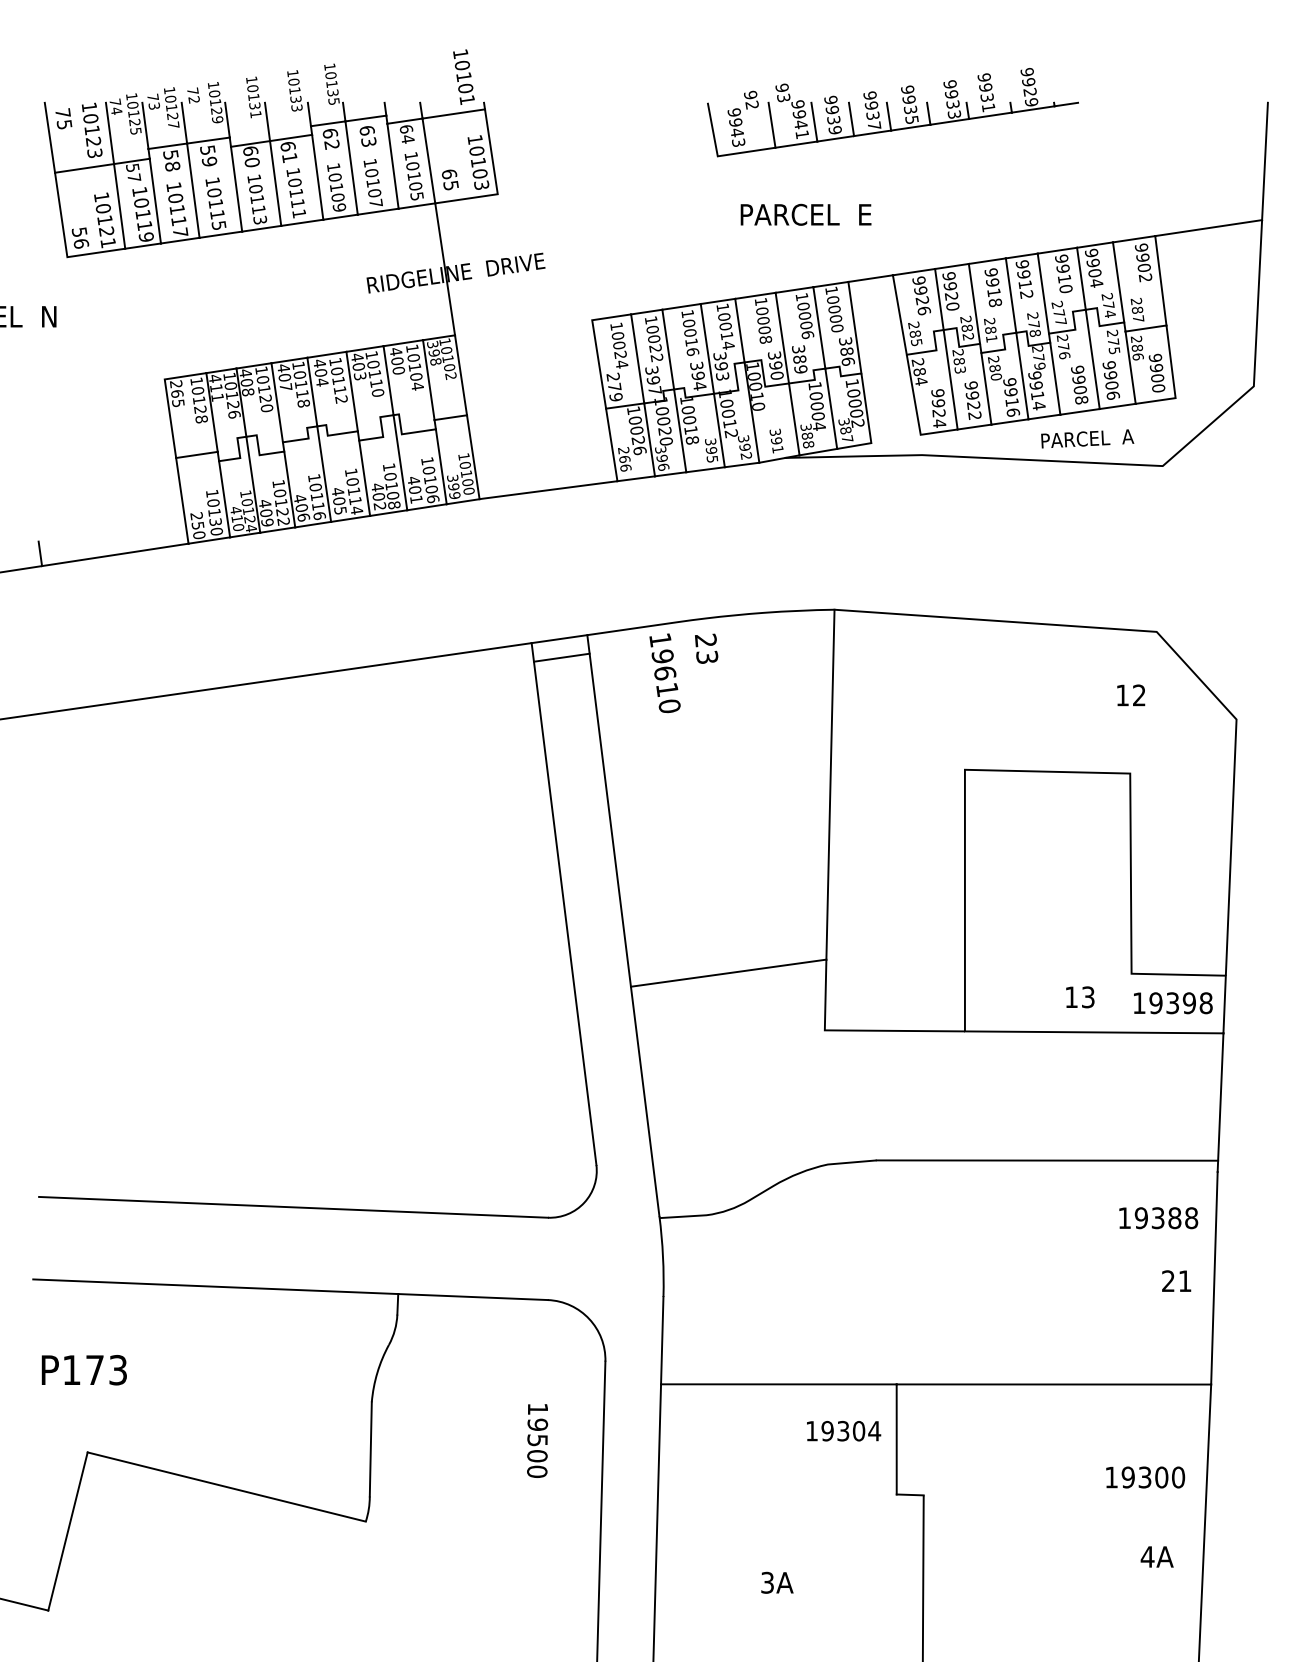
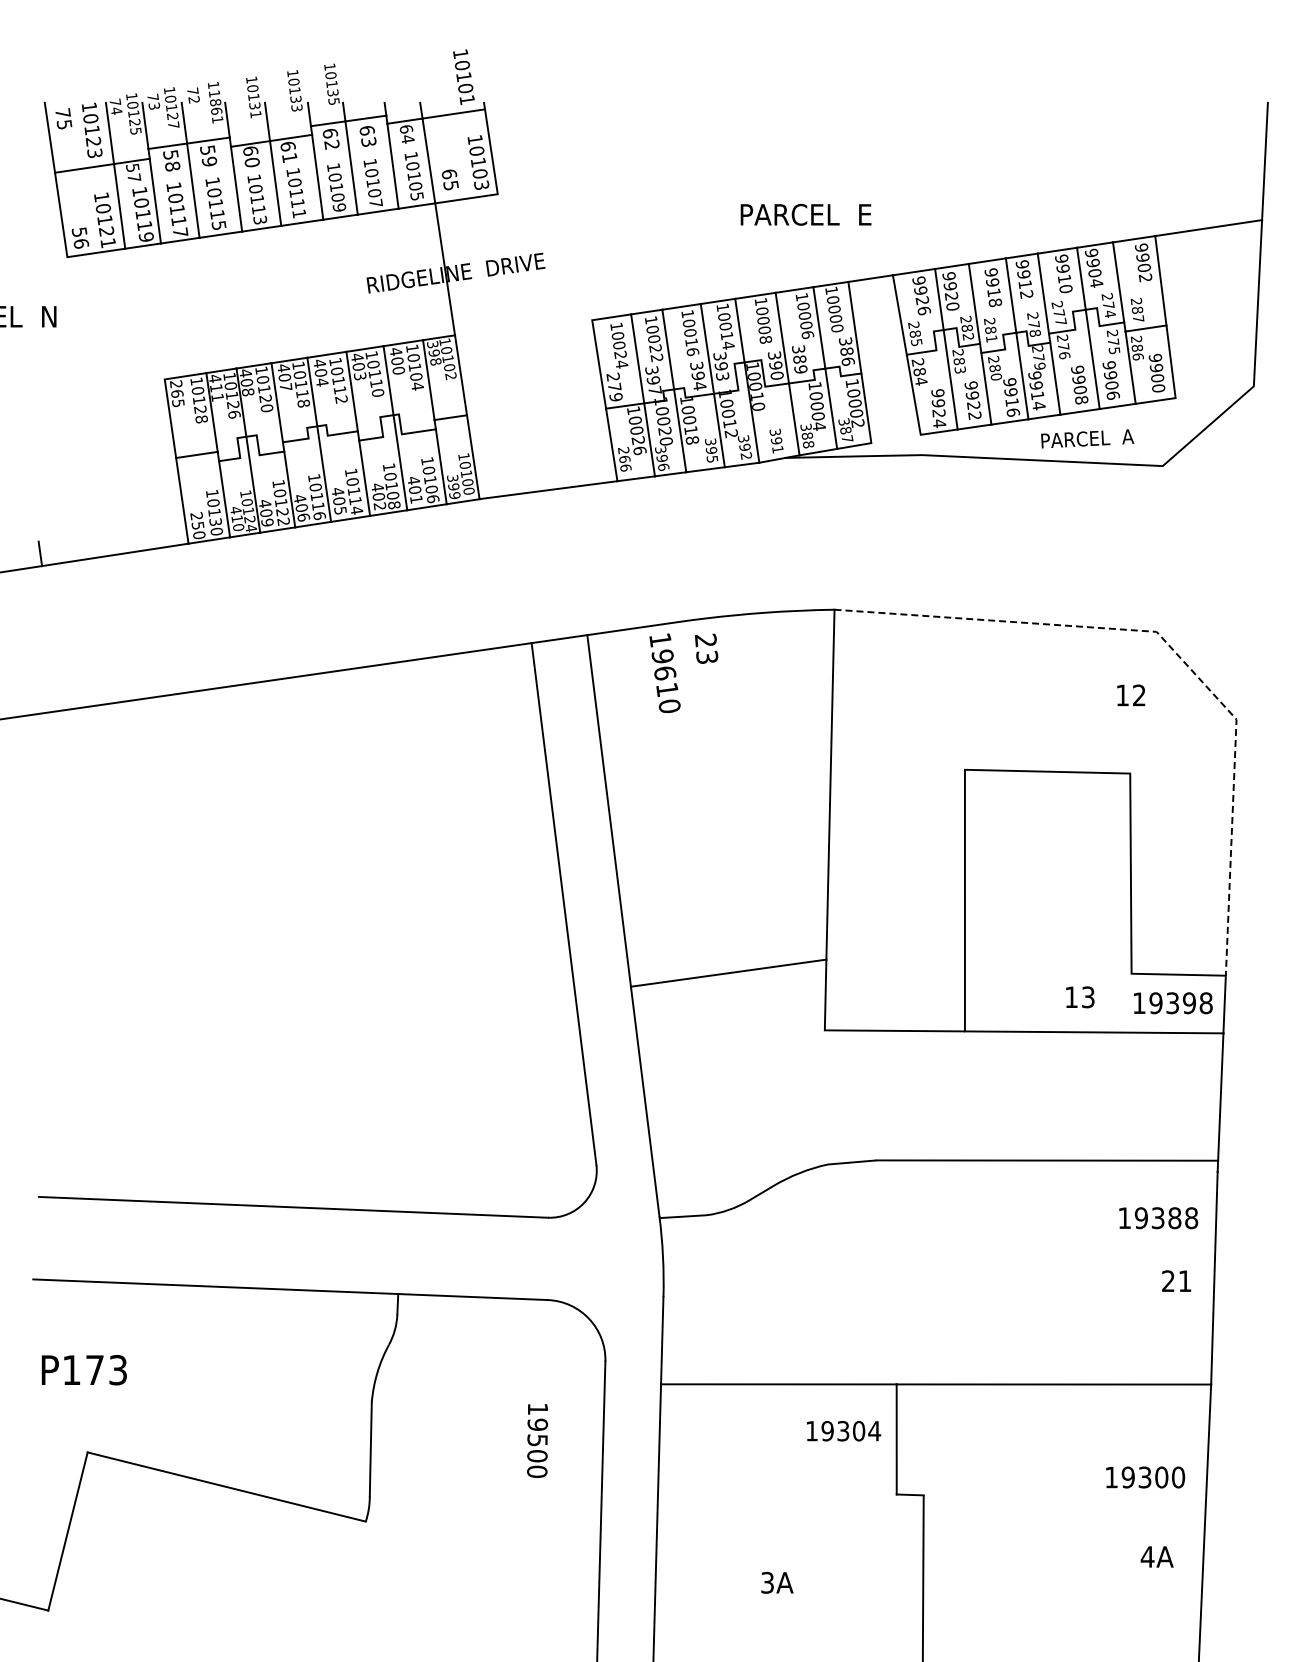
text at (216, 106): 10129 -> 11861
part at (892, 112): present -> none
line at (1174, 651): solid -> dashed
line at (561, 657): present -> none
